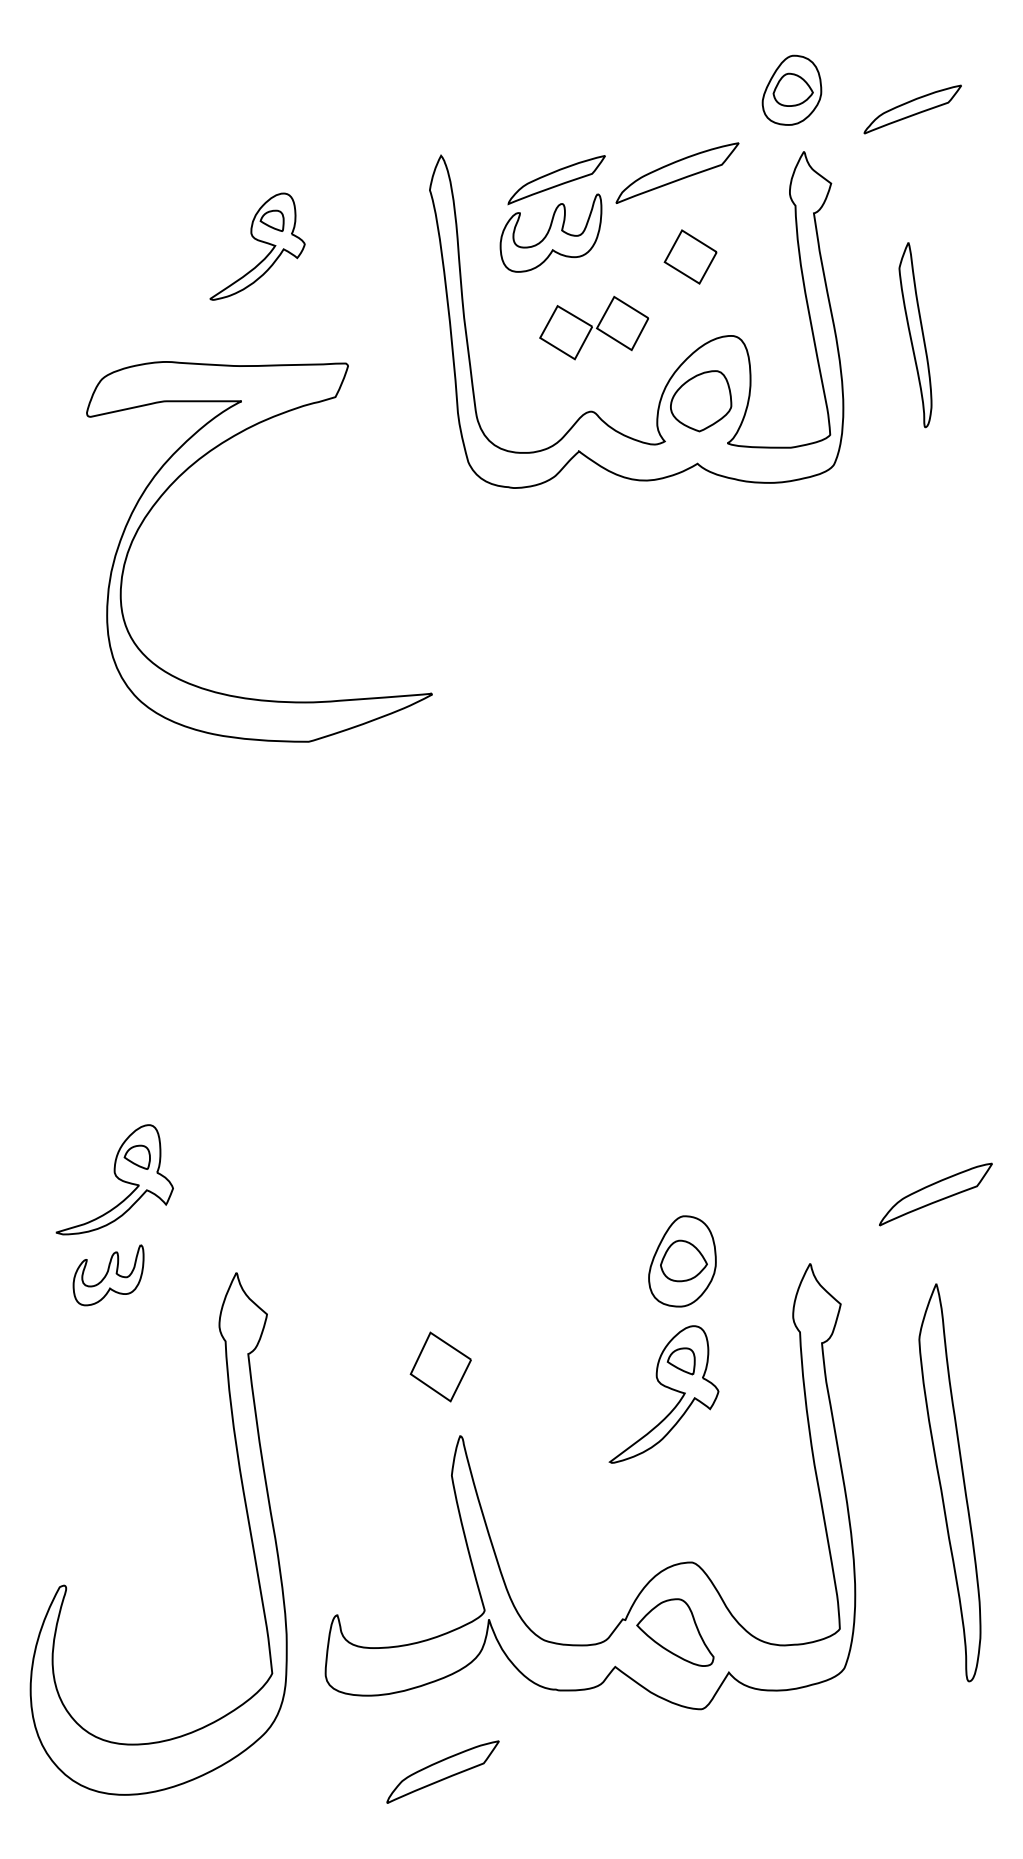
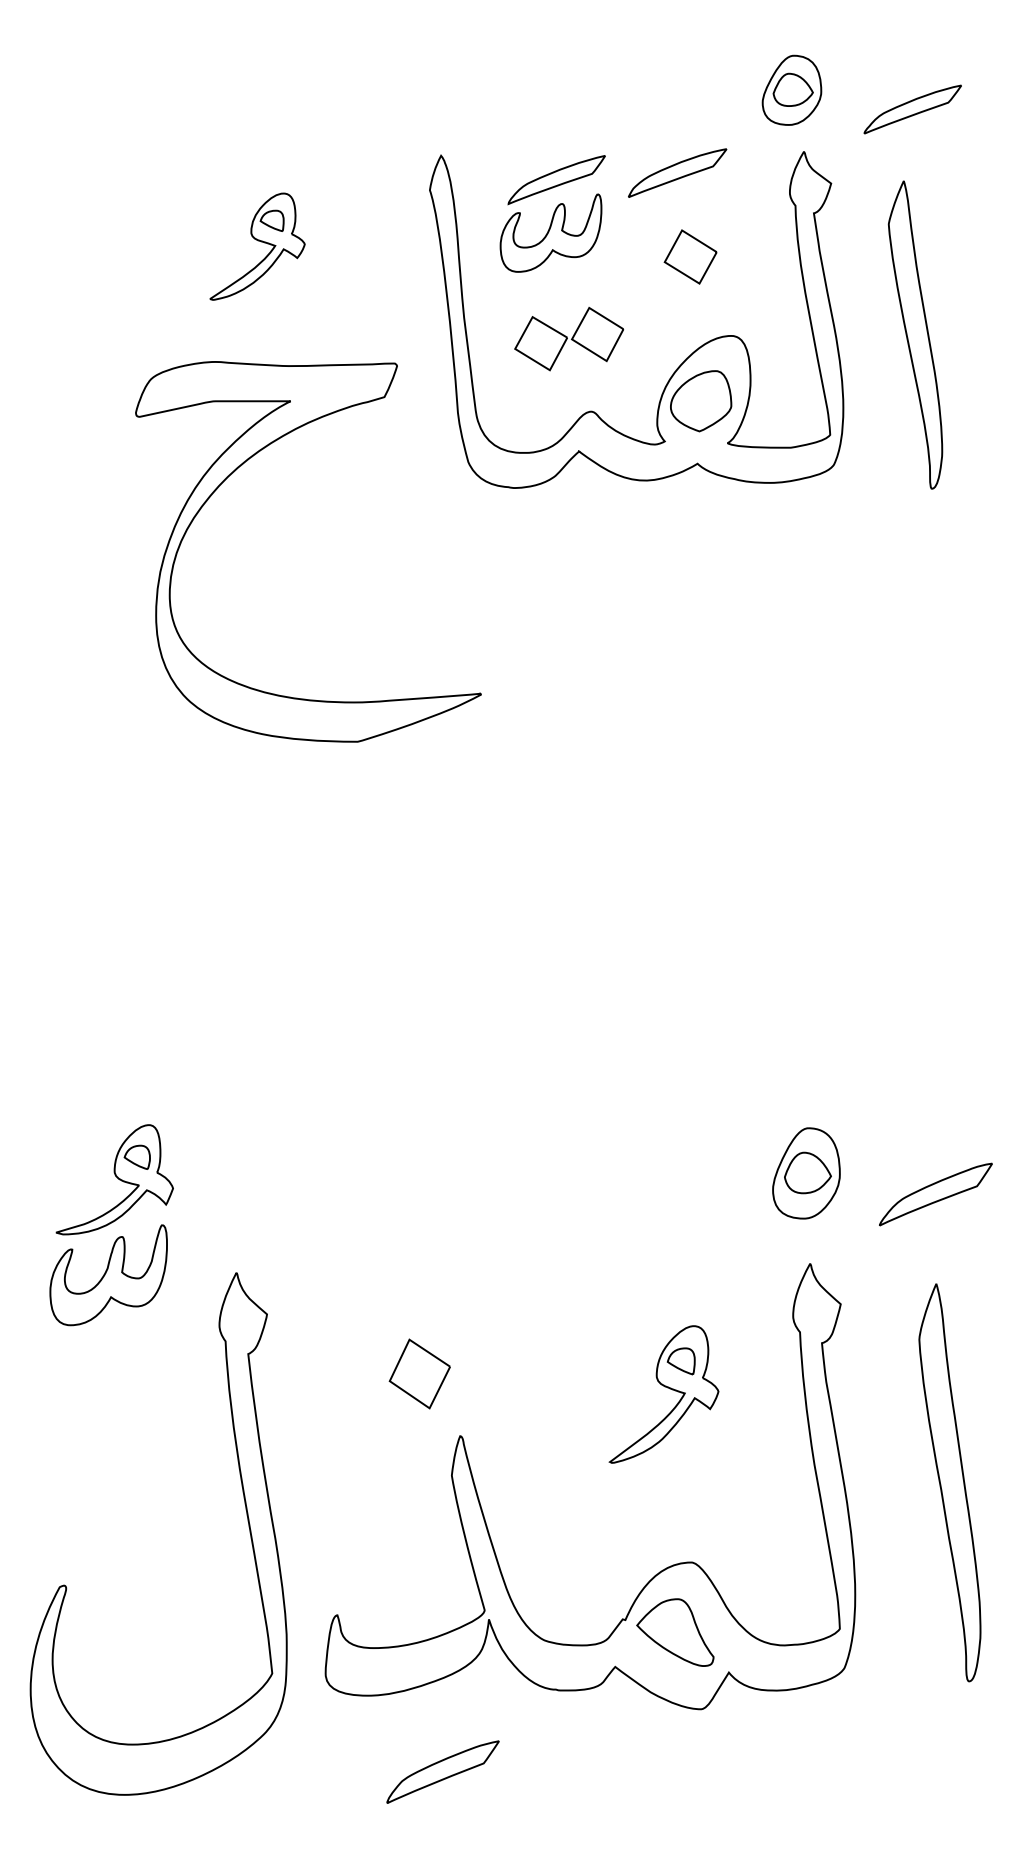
part at (677, 172) size: 125x62 px -> 100x50 px
part at (594, 328) position: (594, 328) -> (569, 339)
part at (915, 335) size: 35x187 px -> 57x310 px
part at (184, 473) position: (184, 473) -> (233, 473)
part at (682, 1261) position: (682, 1261) -> (806, 1173)
part at (108, 1275) size: 73x63 px -> 119x103 px
part at (440, 1366) position: (440, 1366) -> (419, 1373)
